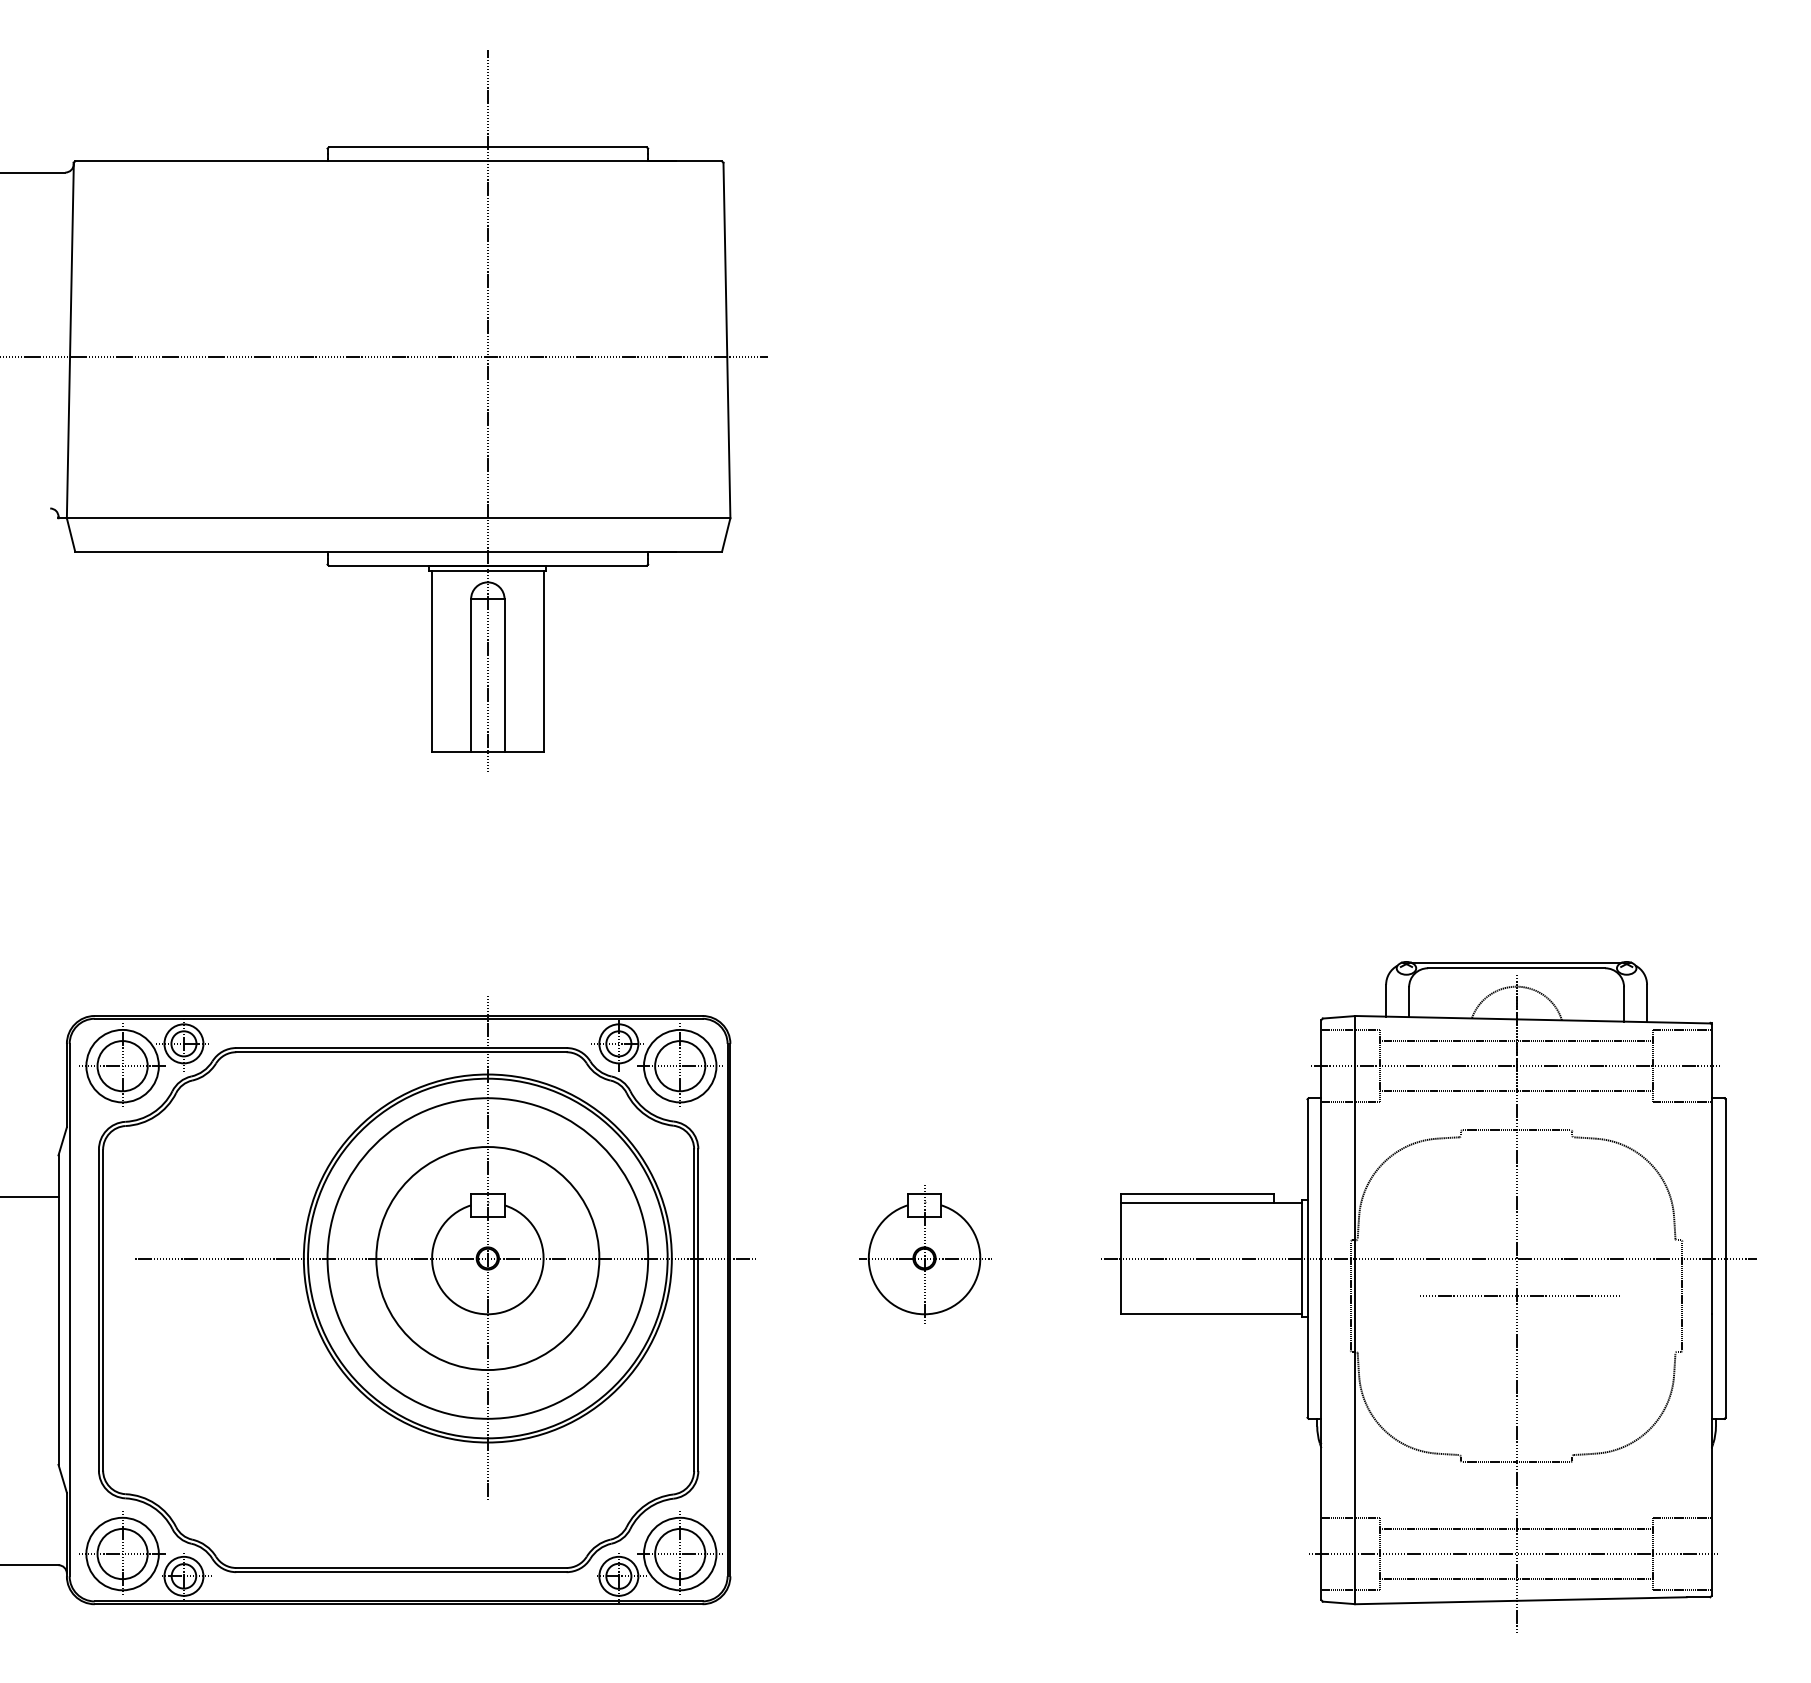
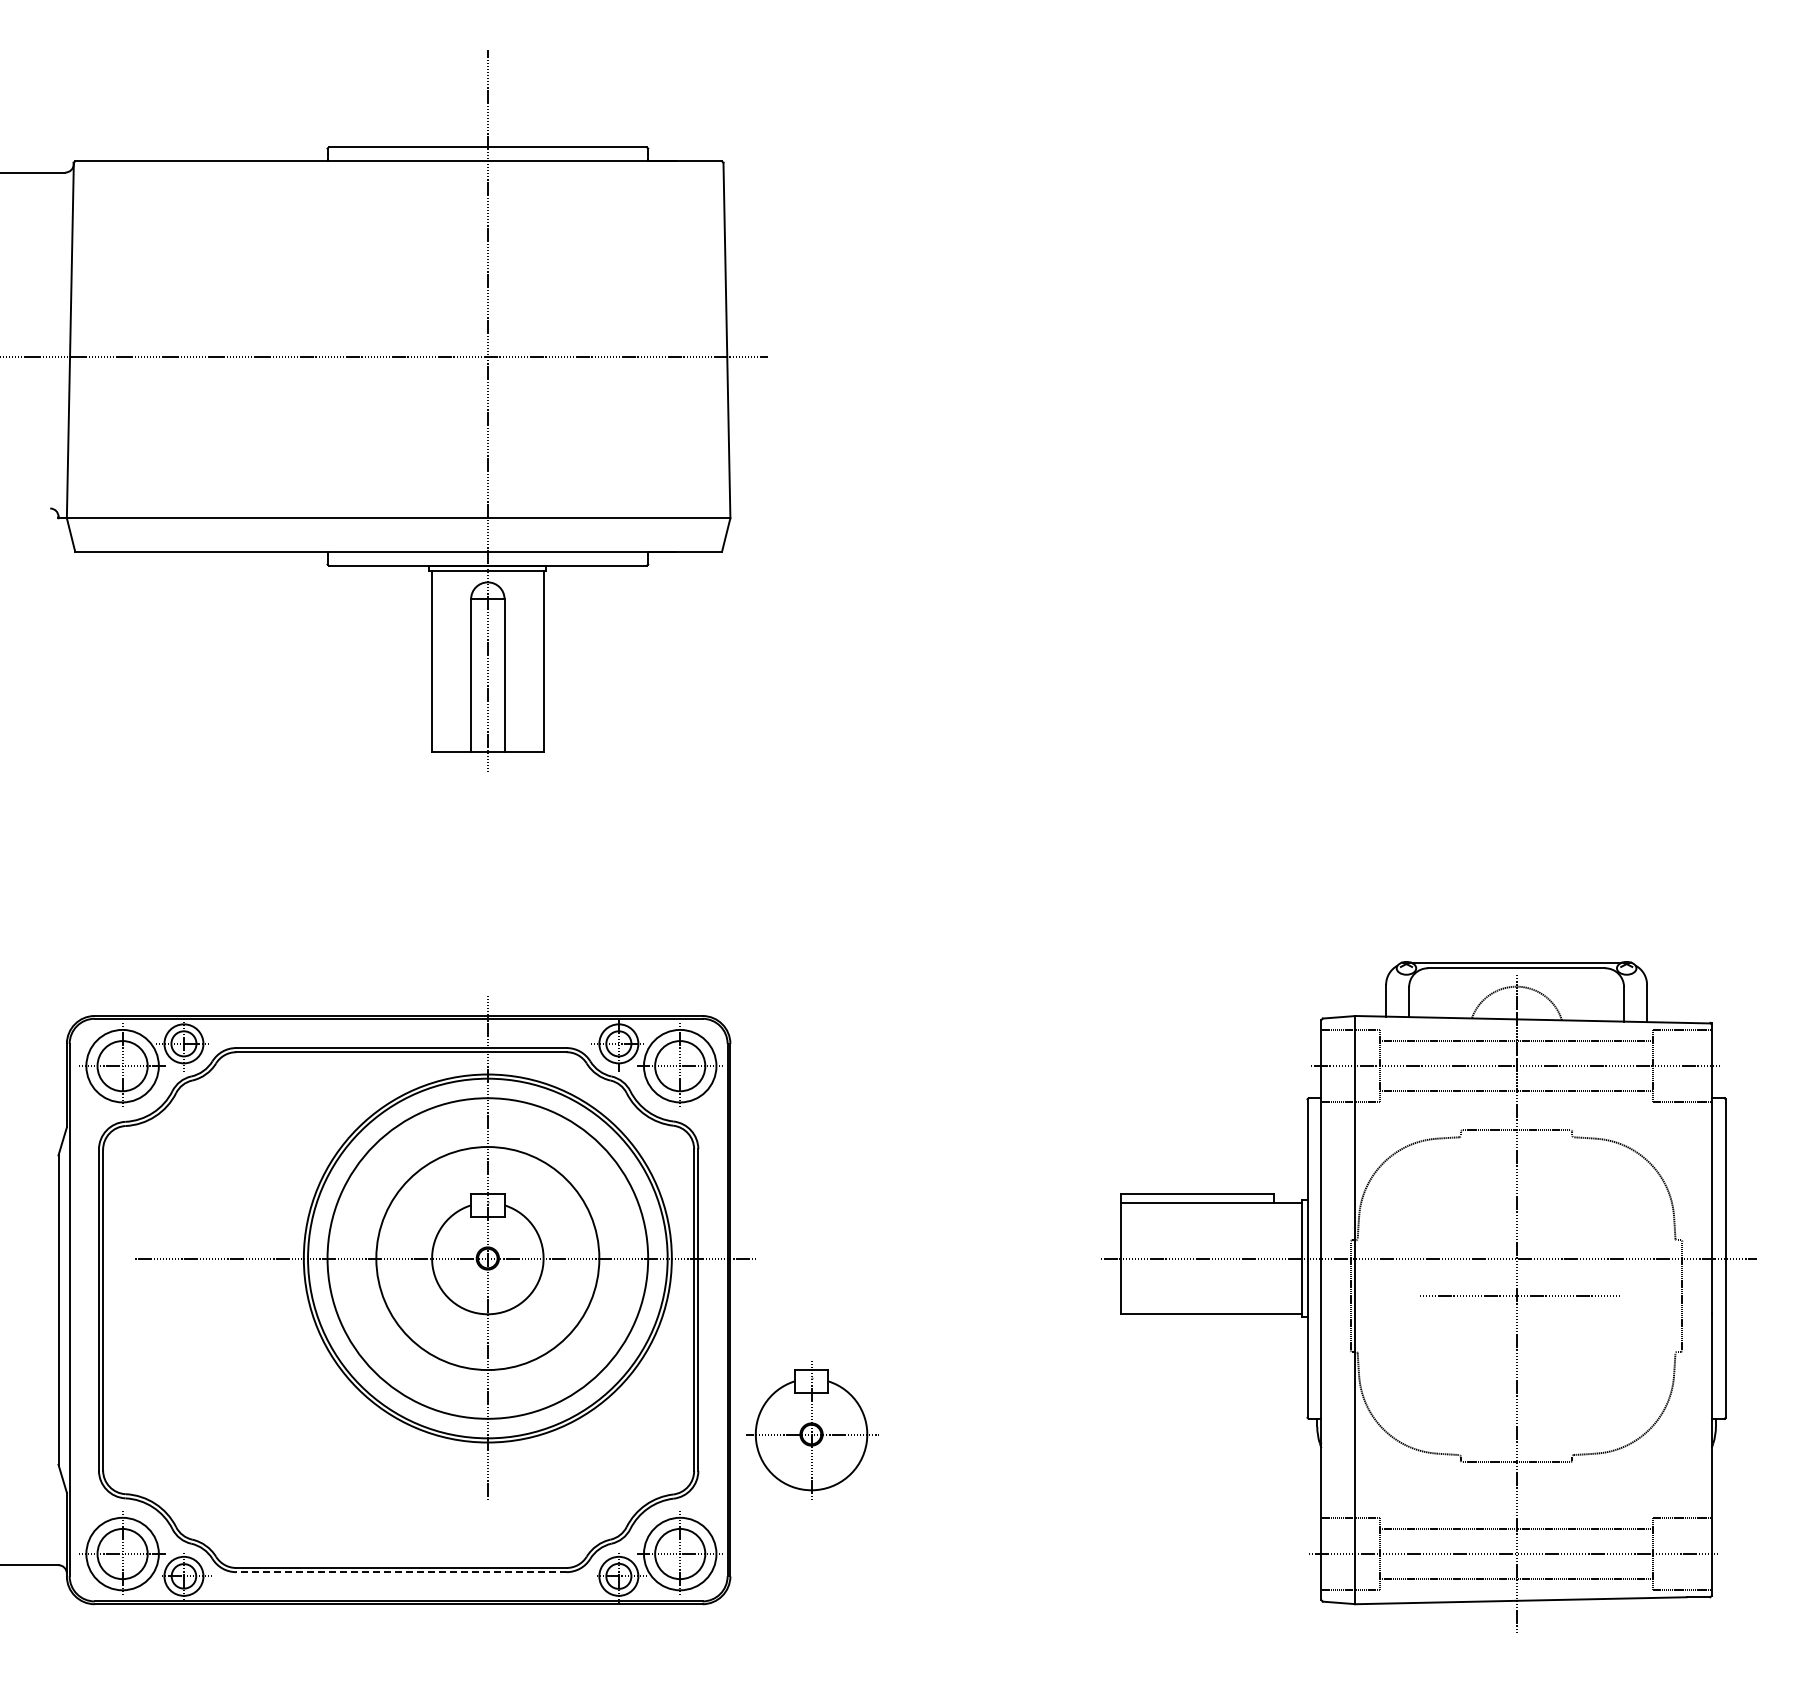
line at (30, 1197): present -> none
part at (925, 1254) position: (925, 1254) -> (812, 1430)
line at (400, 1572): solid -> dashed
